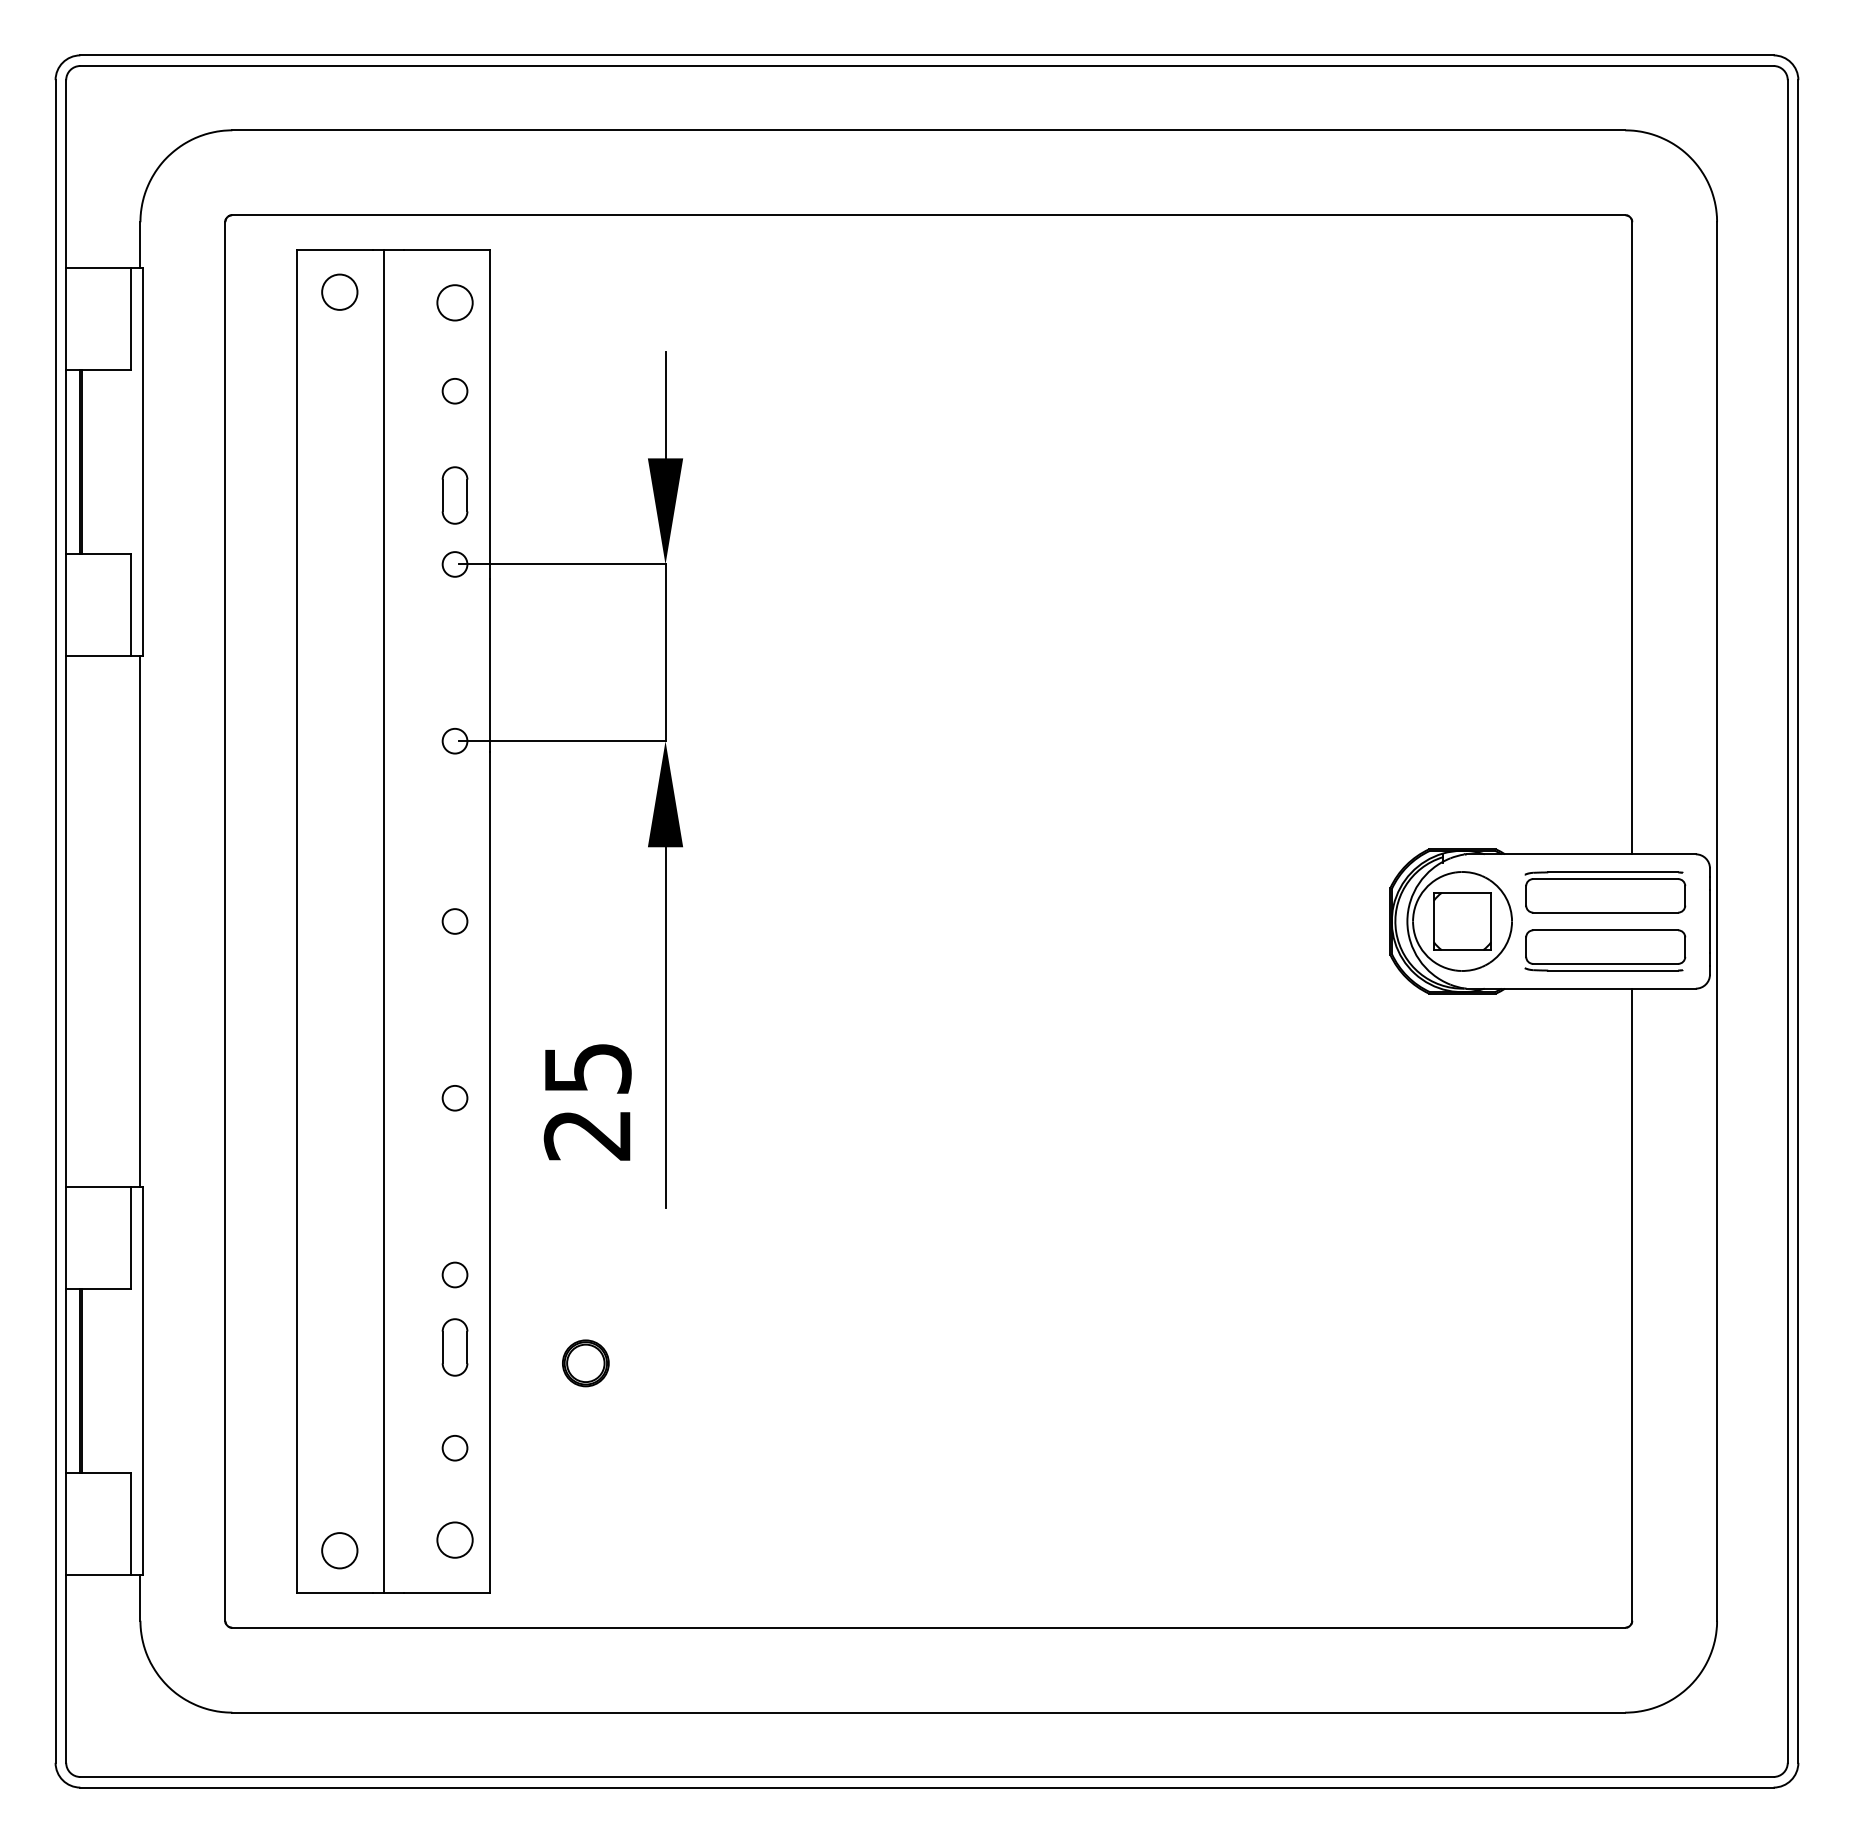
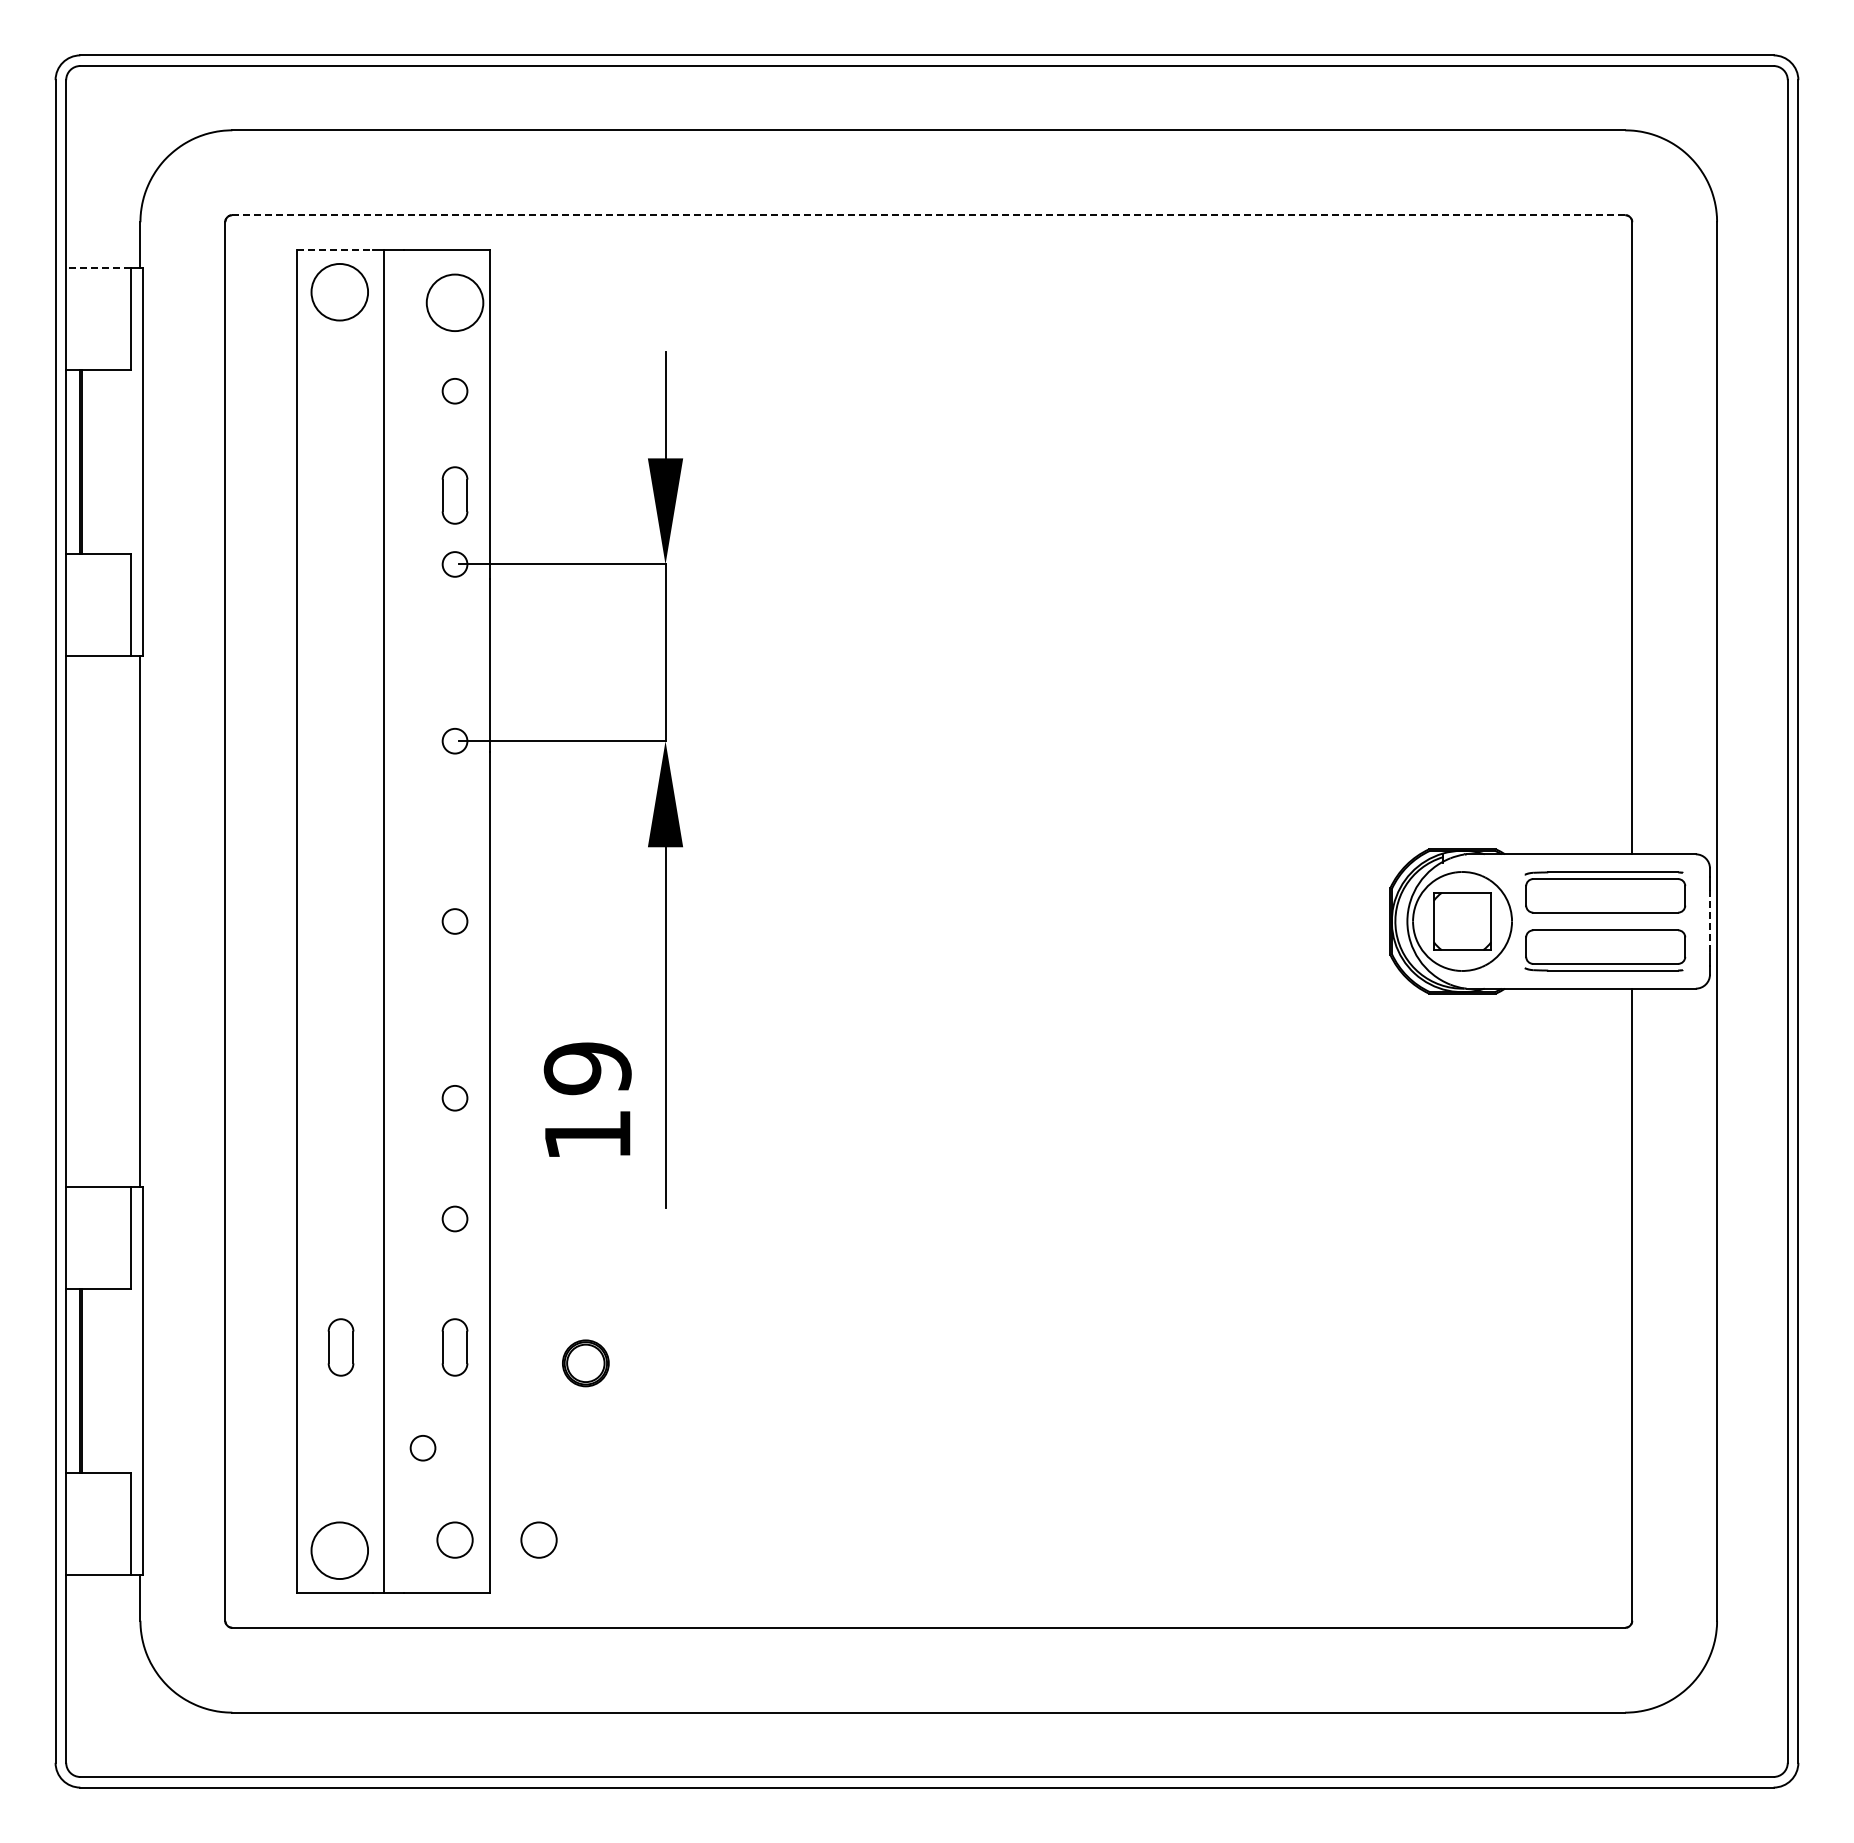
line at (929, 215): solid -> dashed
line at (335, 249): solid -> dashed
line at (98, 267): solid -> dashed
circle at (339, 291) diameter: 35 px -> 57 px
circle at (454, 302) diameter: 35 px -> 57 px
line at (1710, 921): solid -> dashed
text at (587, 1101): 25 -> 19
circle at (454, 1274) position: (454, 1274) -> (454, 1218)
part at (340, 1347): none -> present
circle at (454, 1448) position: (454, 1448) -> (422, 1448)
circle at (538, 1539): none -> present
circle at (339, 1550) diameter: 35 px -> 57 px
